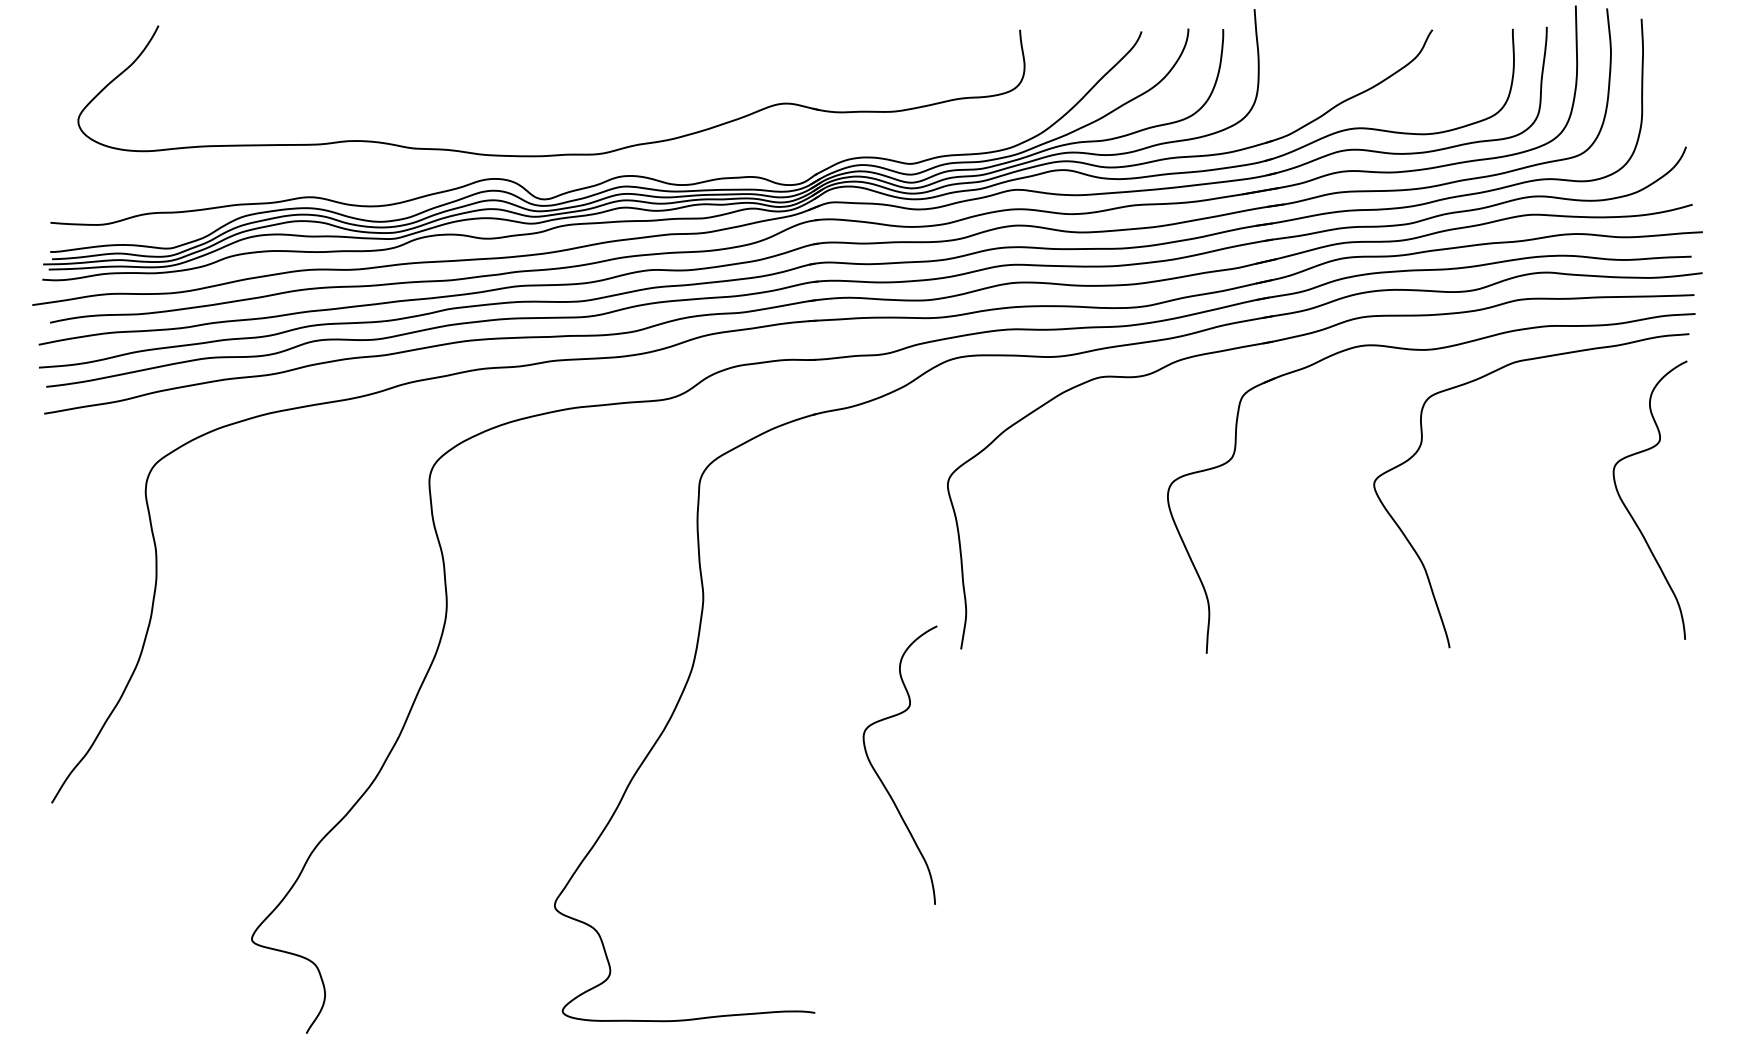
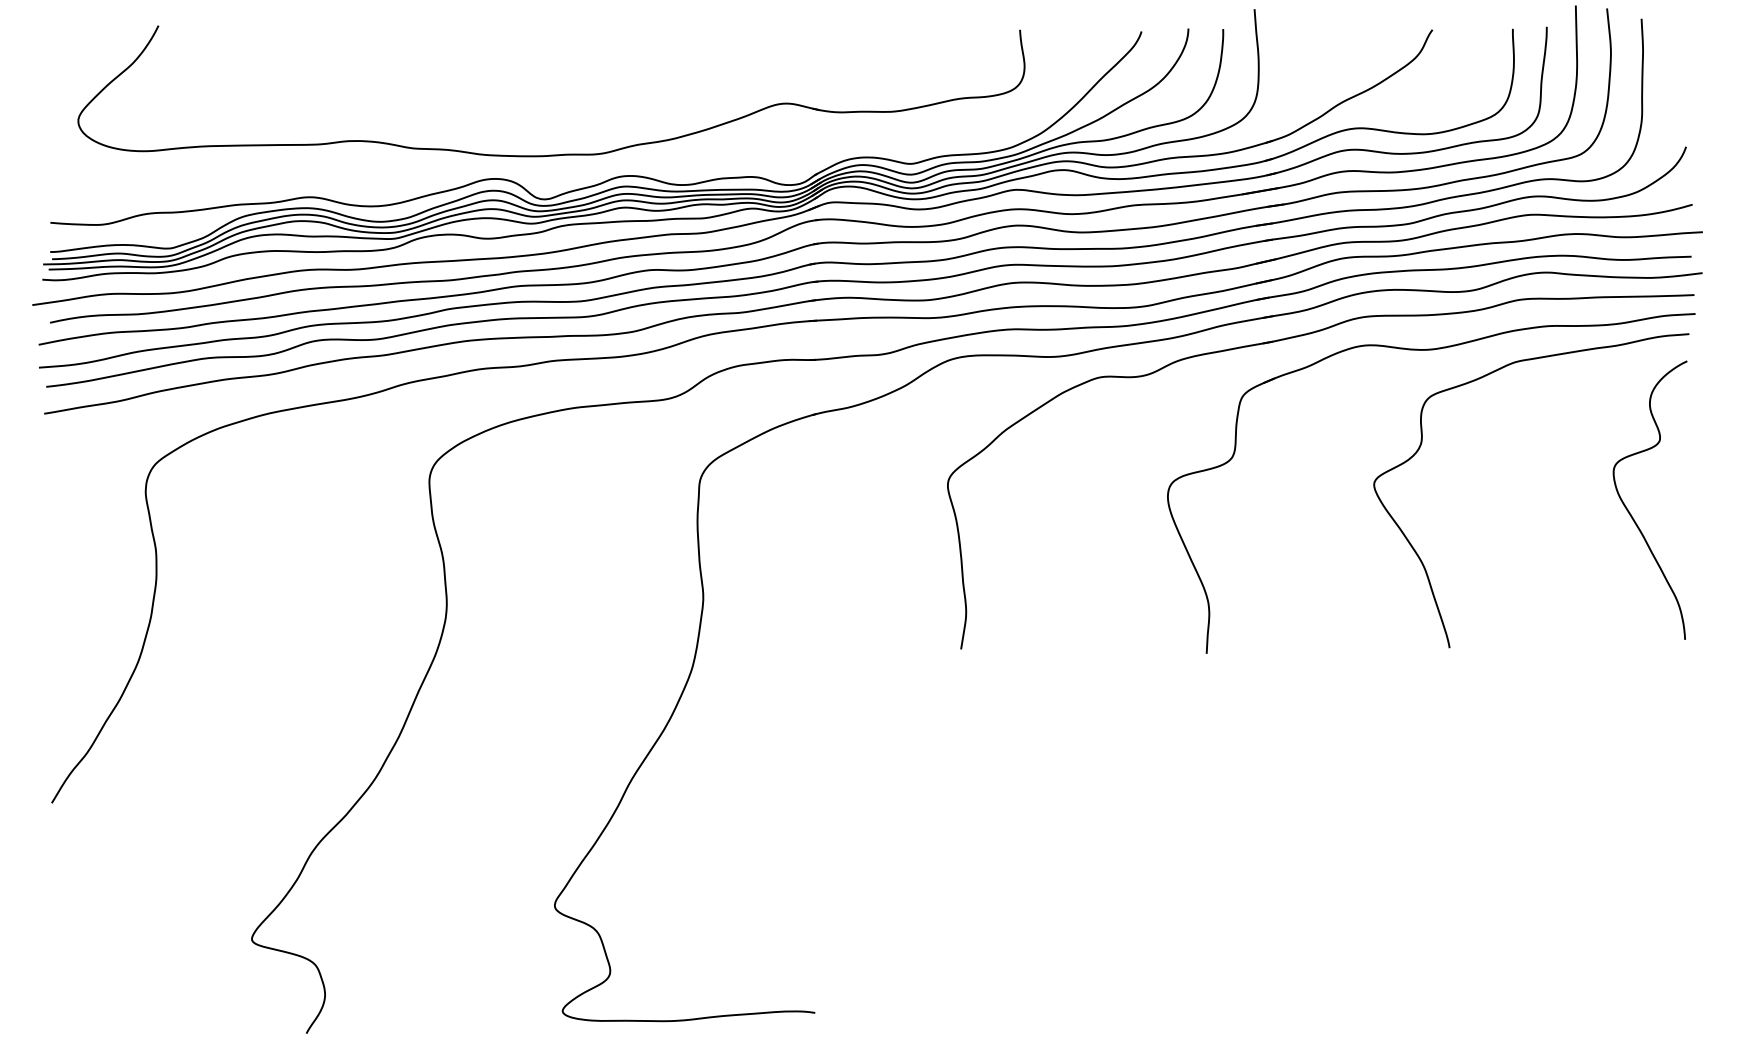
curve at (880, 777): present -> none
